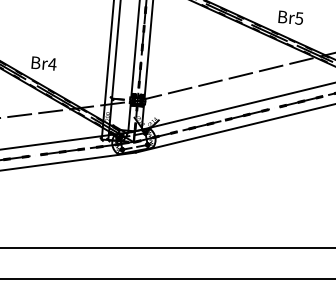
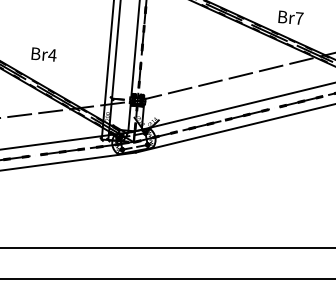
text at (299, 18): Br5 -> Br7
line at (148, 50): present -> none
text at (43, 63) position: (43, 63) -> (43, 54)
